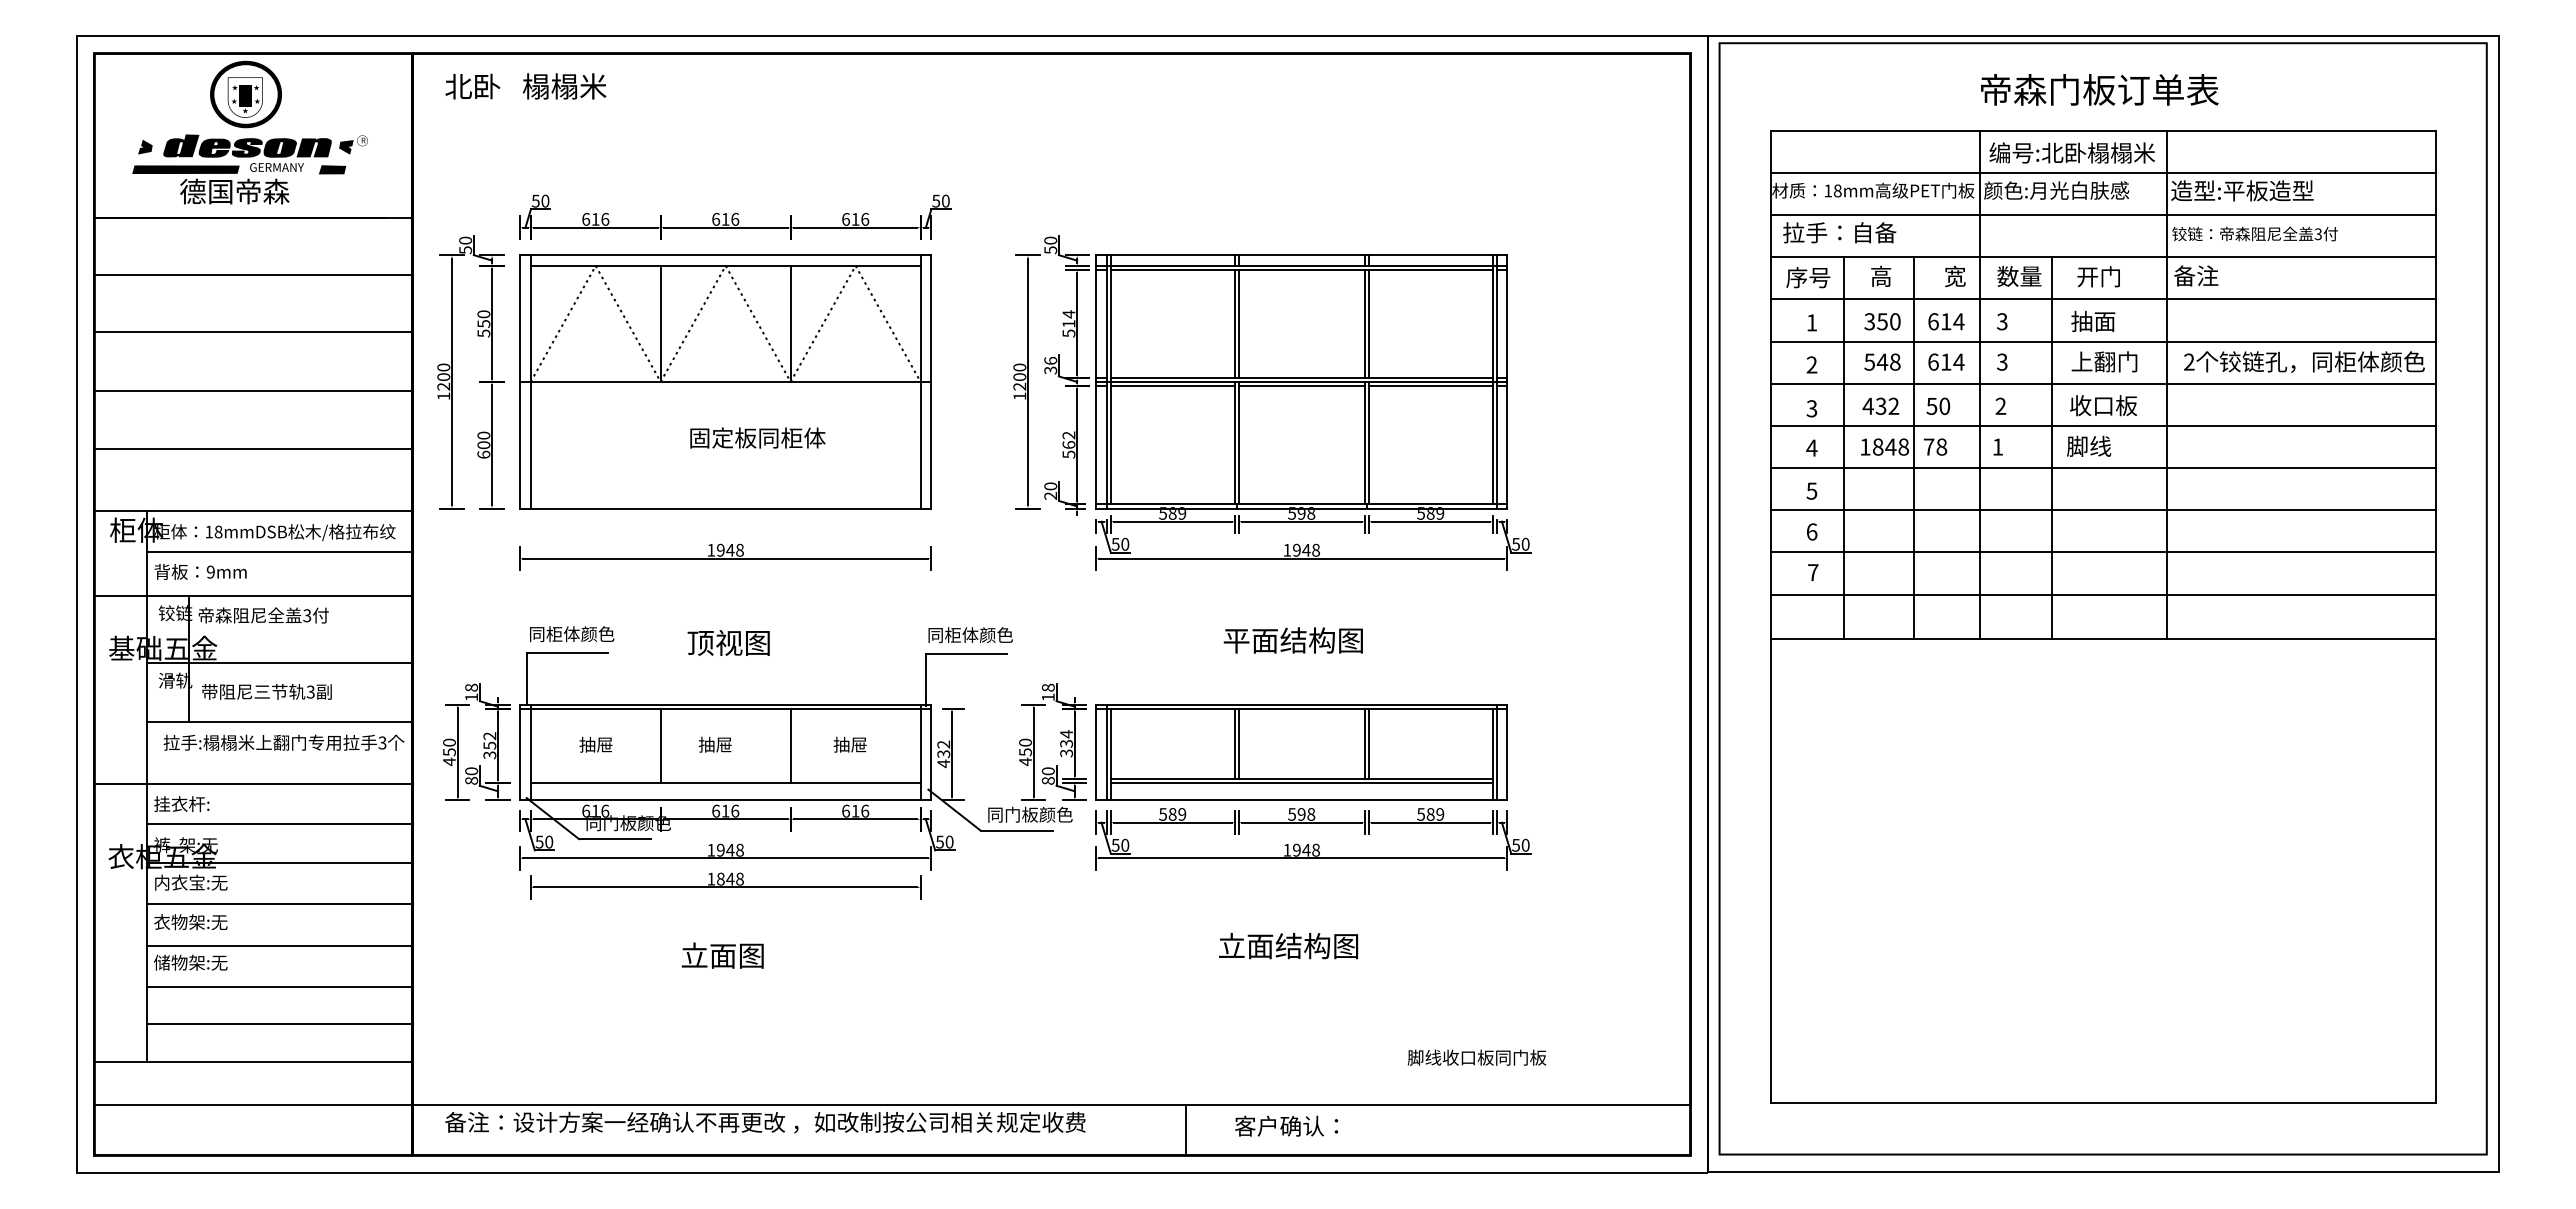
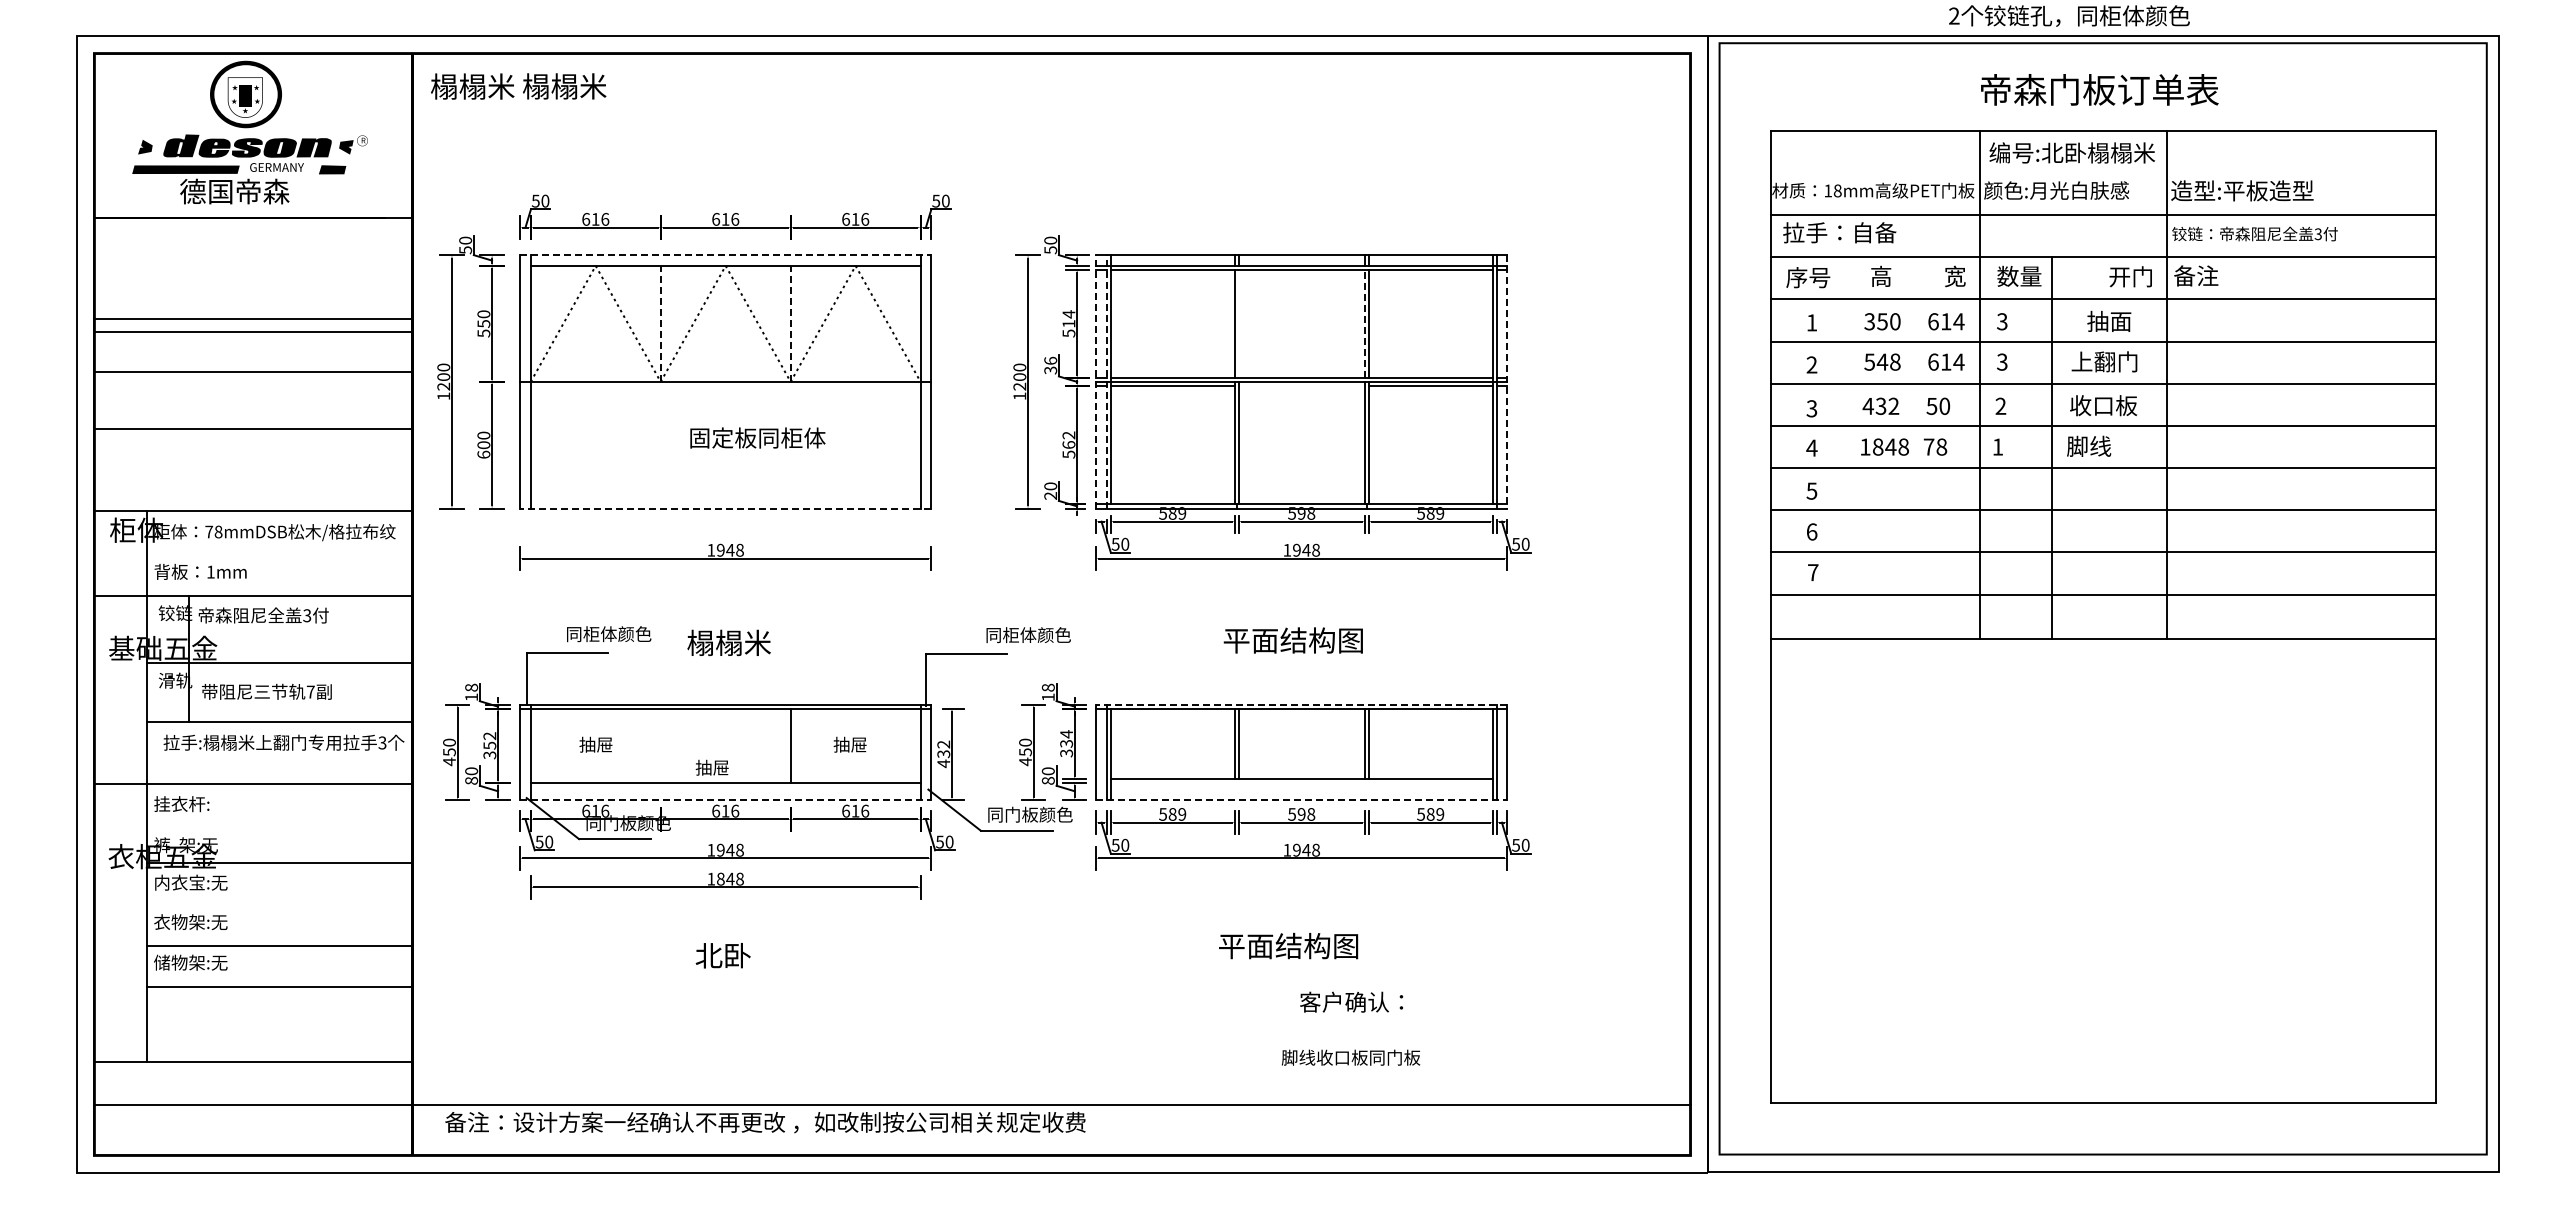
text at (472, 86): 北卧 -> 榻榻米
line at (2102, 172): present -> none
line at (726, 255): solid -> dashed
line at (253, 275) position: (253, 275) -> (253, 319)
text at (2098, 276) position: (2098, 276) -> (2130, 276)
text at (2093, 320) position: (2093, 320) -> (2109, 320)
line at (660, 323): solid -> dashed
line at (790, 323): solid -> dashed
line at (1238, 323): present -> none
line at (1364, 323): solid -> dashed
text at (2304, 361) position: (2304, 361) -> (2069, 15)
line at (1096, 381): solid -> dashed
line at (1106, 381): solid -> dashed
line at (1507, 381): solid -> dashed
line at (1301, 385): present -> none
line at (253, 390) position: (253, 390) -> (253, 371)
line at (1844, 448): present -> none
line at (1913, 448): present -> none
line at (253, 449) position: (253, 449) -> (253, 429)
line at (725, 508): solid -> dashed
text at (209, 531): 18mmDSB -> 78mmDSB
line at (279, 552): present -> none
text at (210, 571): 9mm -> 1mm
text at (572, 634) position: (572, 634) -> (609, 634)
text at (970, 634) position: (970, 634) -> (1028, 634)
text at (728, 642): 顶视图 -> 榻榻米
text at (310, 691): 3 -> 7
line at (1301, 704): solid -> dashed
text at (714, 744) position: (714, 744) -> (711, 767)
line at (660, 745): present -> none
line at (1301, 782): present -> none
line at (726, 799): solid -> dashed
line at (1302, 799): solid -> dashed
line at (279, 824): present -> none
line at (279, 903): present -> none
text at (1231, 946): 立面结构图 -> 平面结构图
text at (722, 955): 立面图 -> 北卧
line at (279, 1024): present -> none
text at (1476, 1057) position: (1476, 1057) -> (1350, 1057)
text at (1286, 1125) position: (1286, 1125) -> (1351, 1001)
line at (1186, 1129): present -> none
